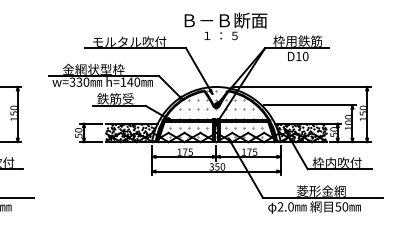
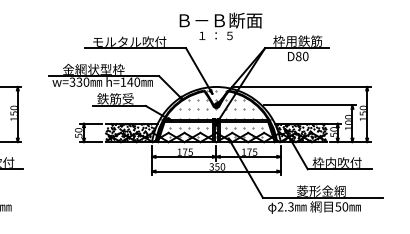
text at (225, 26) position: (225, 26) -> (220, 26)
text at (298, 56): D10 -> D80
line at (18, 197): present -> none
text at (290, 206): 2.0 -> 2.3
